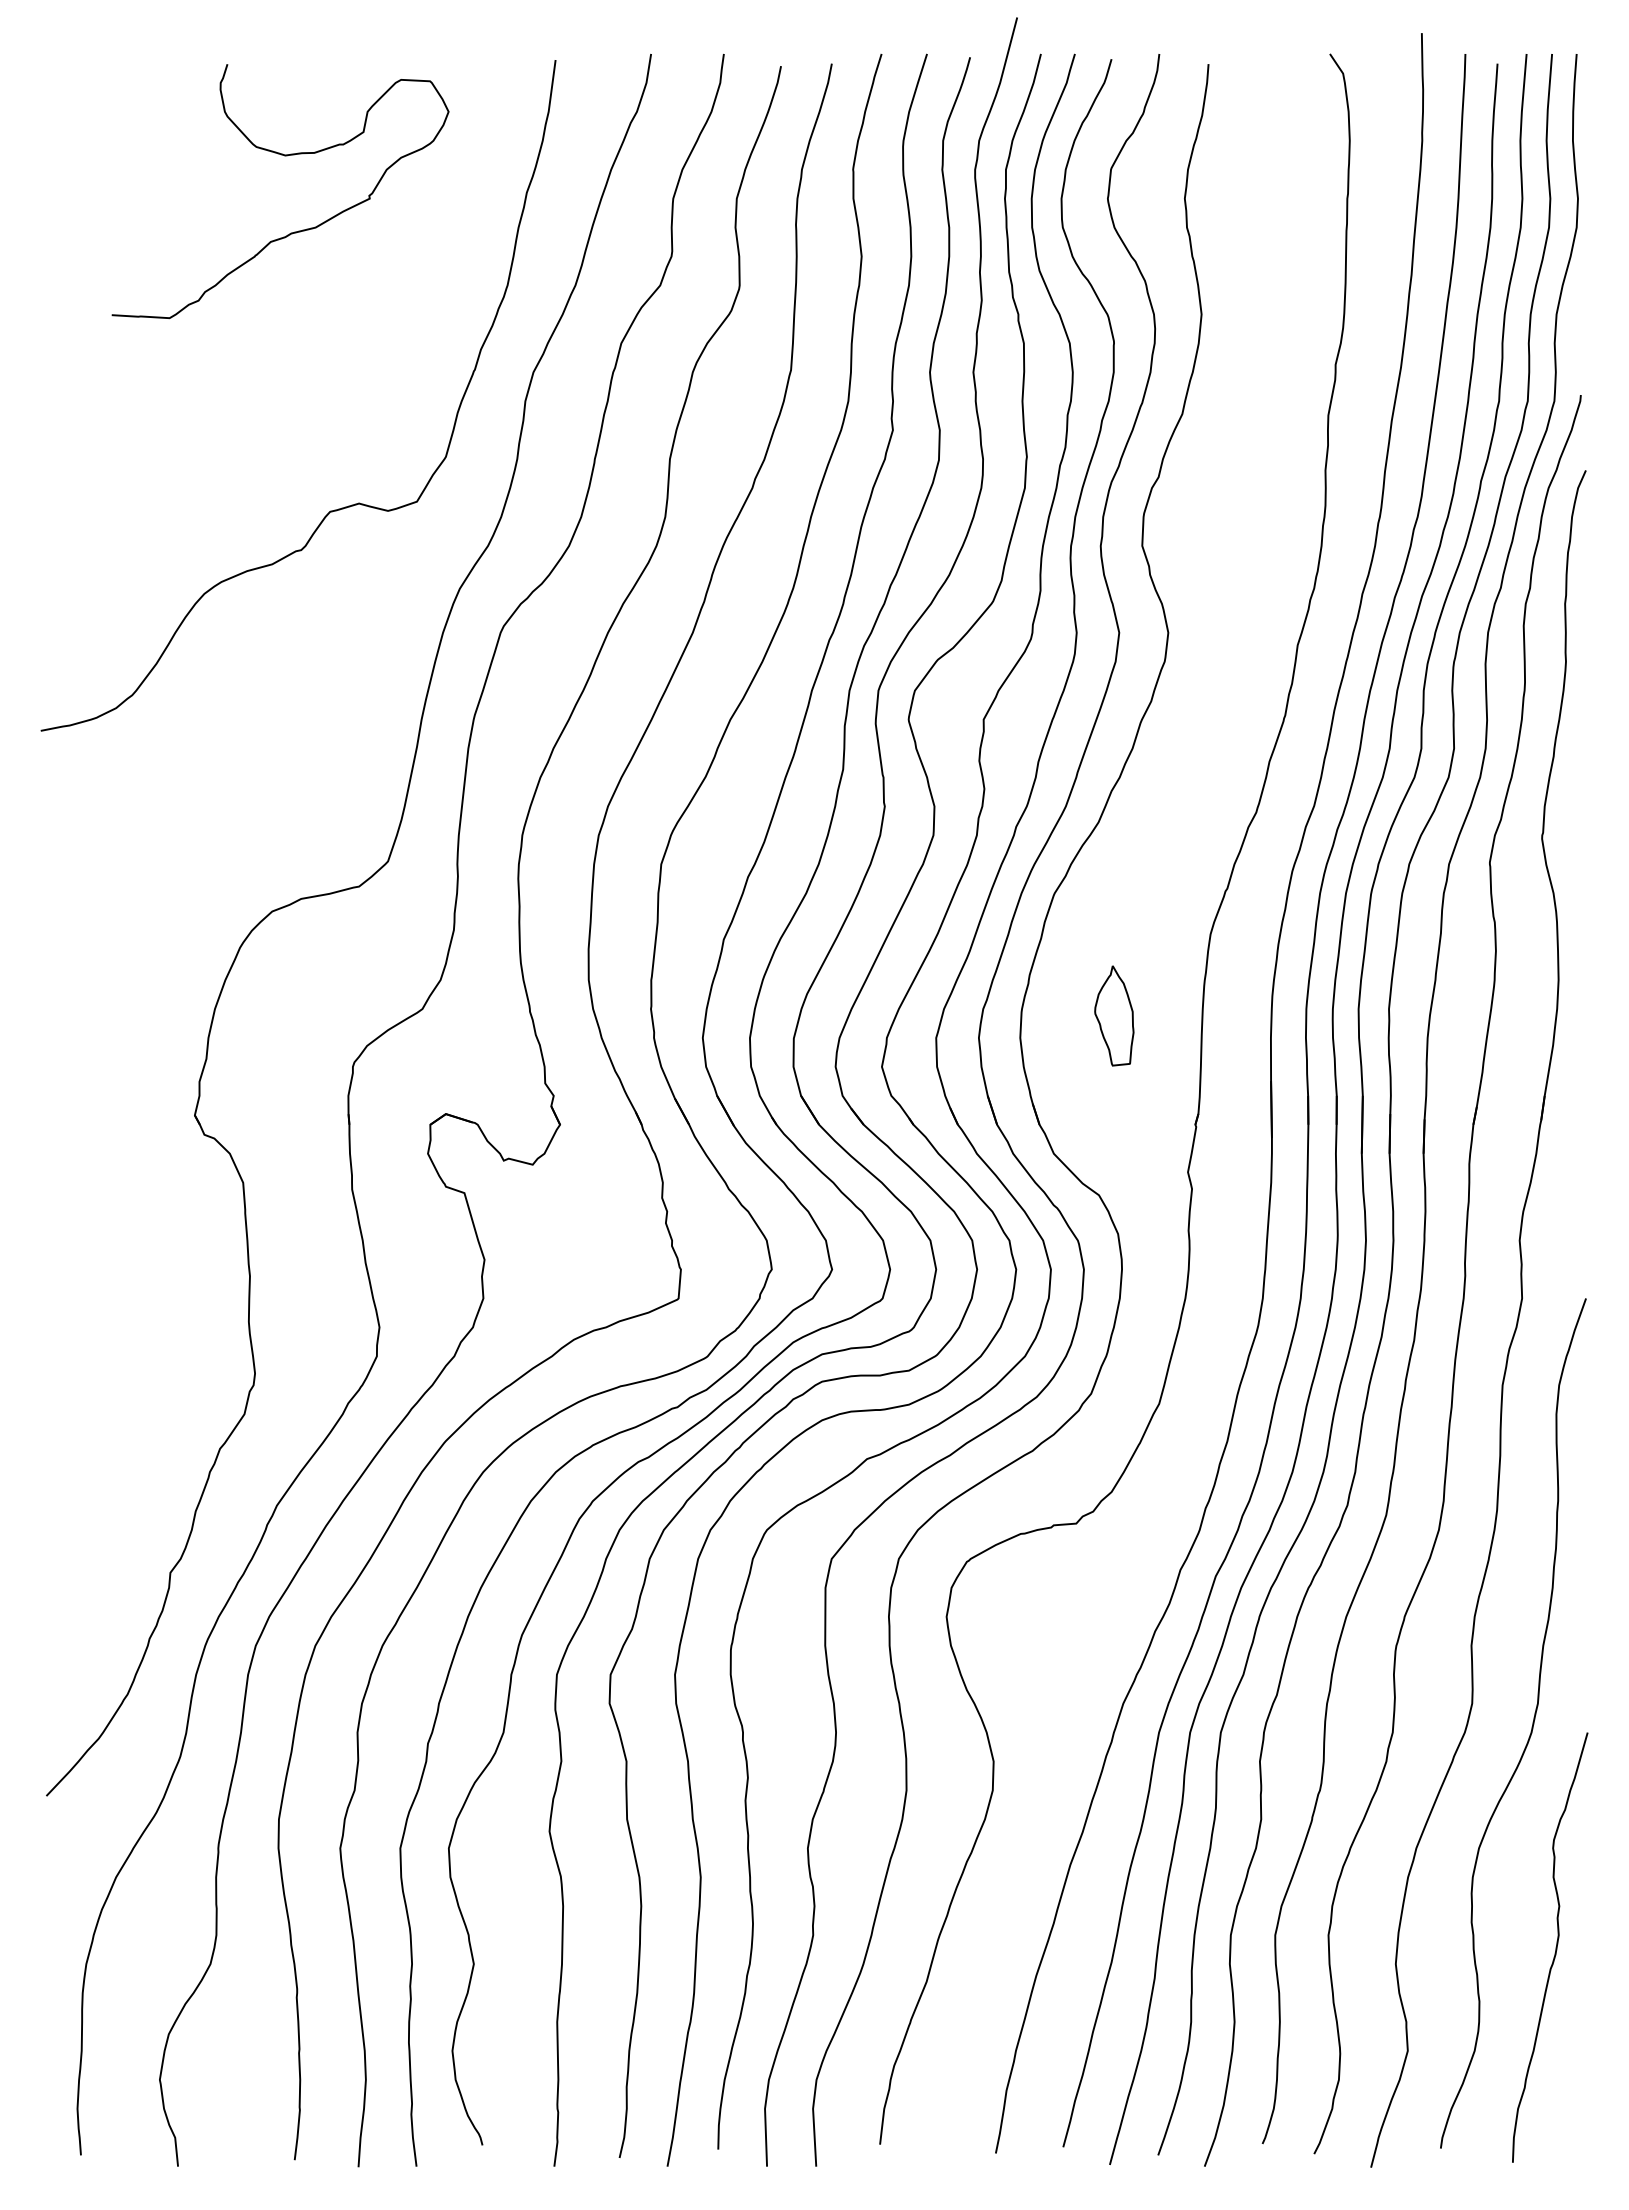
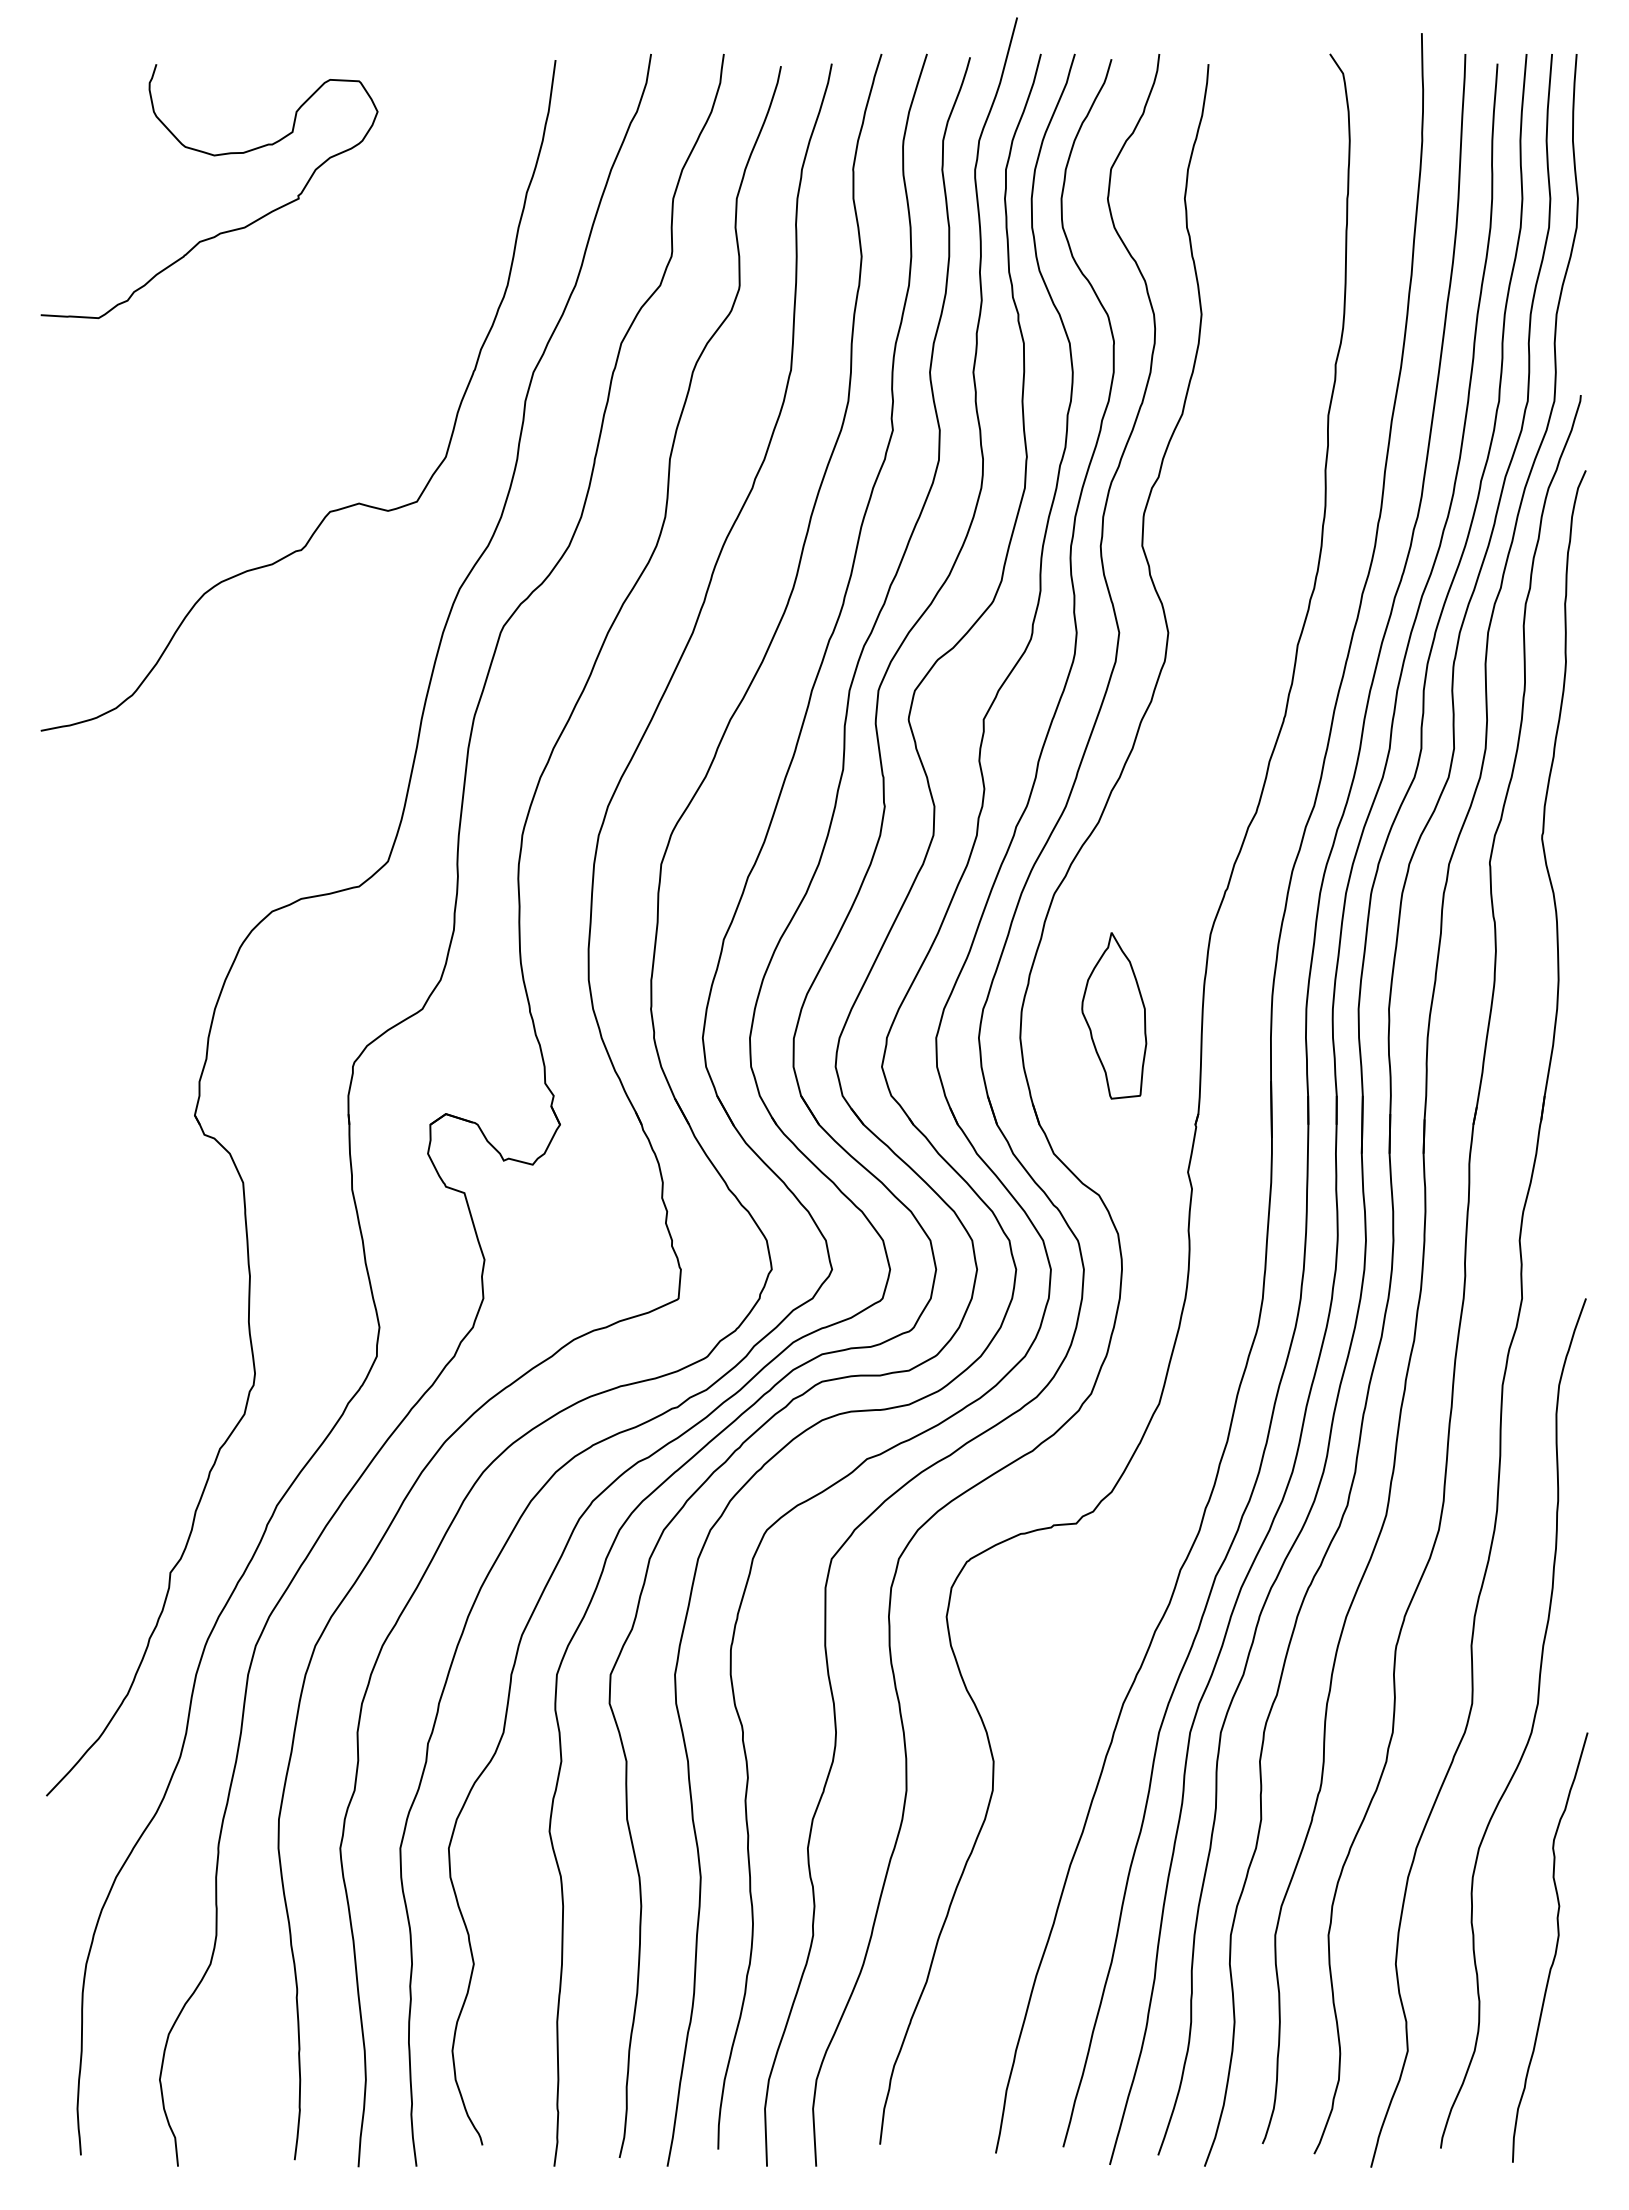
curve at (284, 156) position: (284, 156) -> (213, 156)
part at (1114, 1015) size: 41x102 px -> 67x168 px
